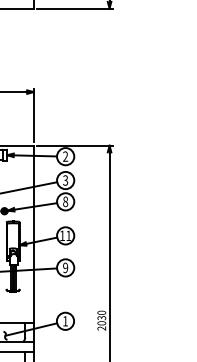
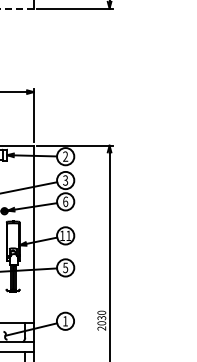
line at (16, 8): solid -> dashed
text at (65, 201): 8 -> 6
text at (65, 267): 9 -> 5
